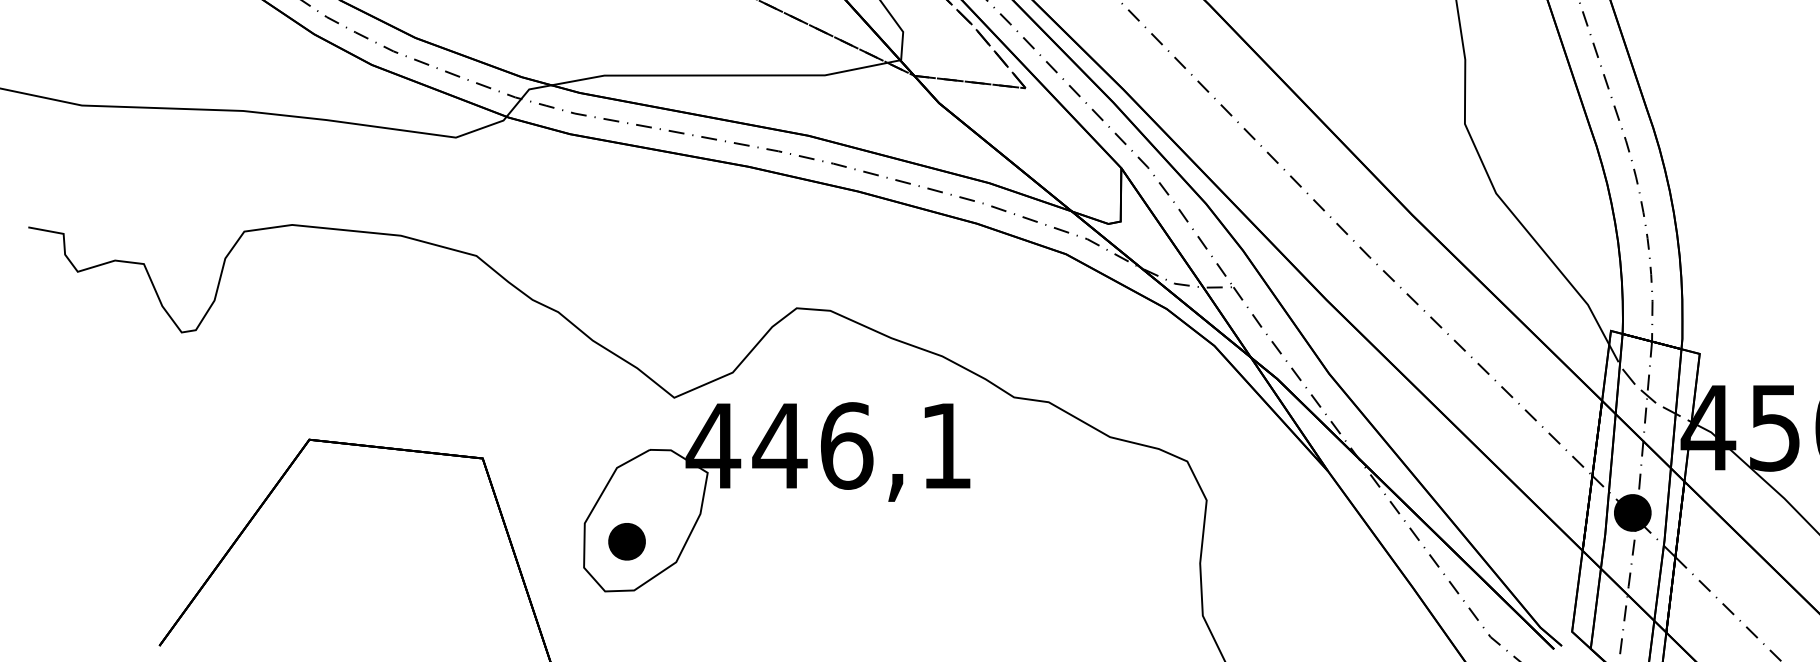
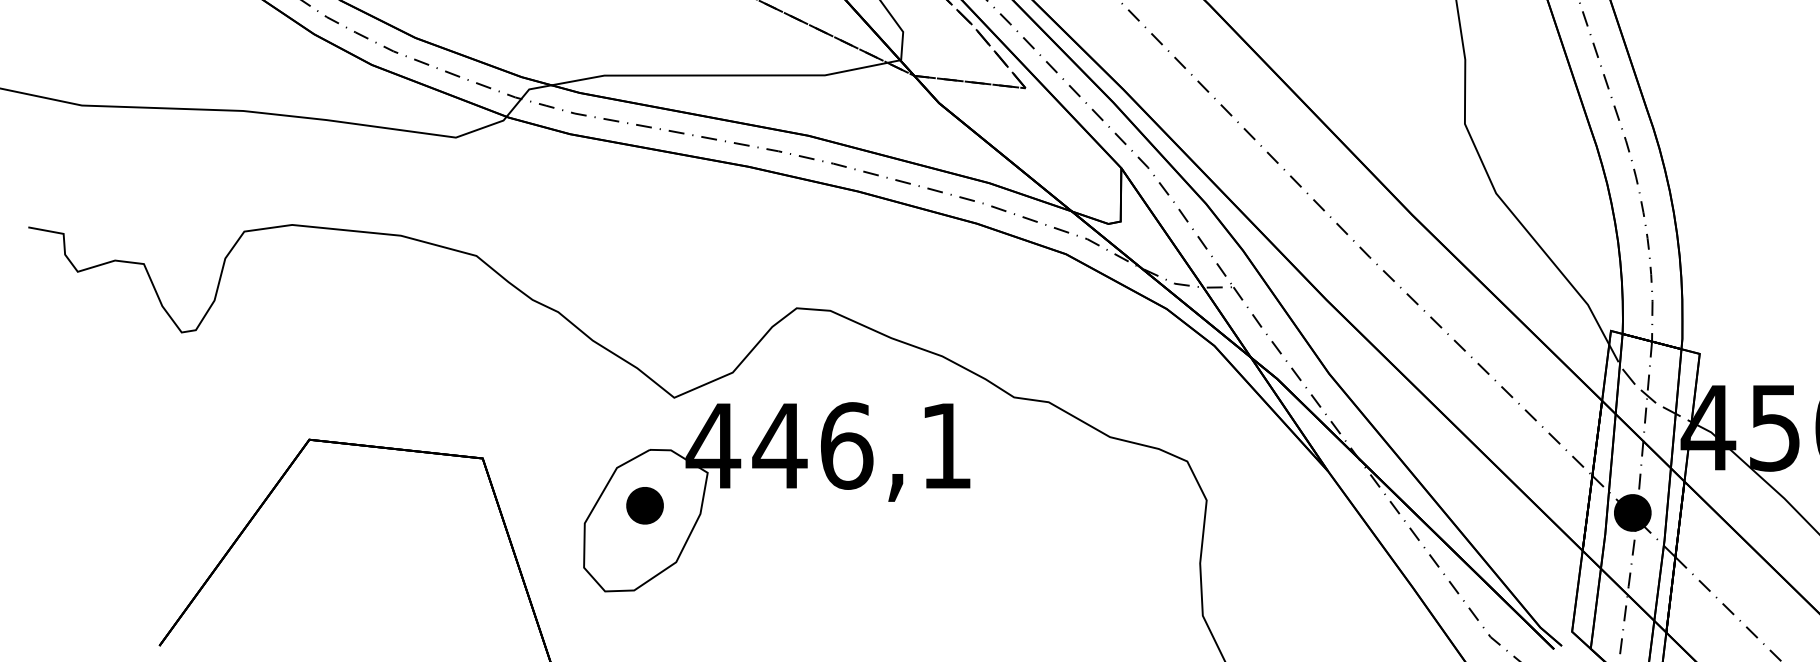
part at (626, 541) position: (626, 541) -> (644, 505)
